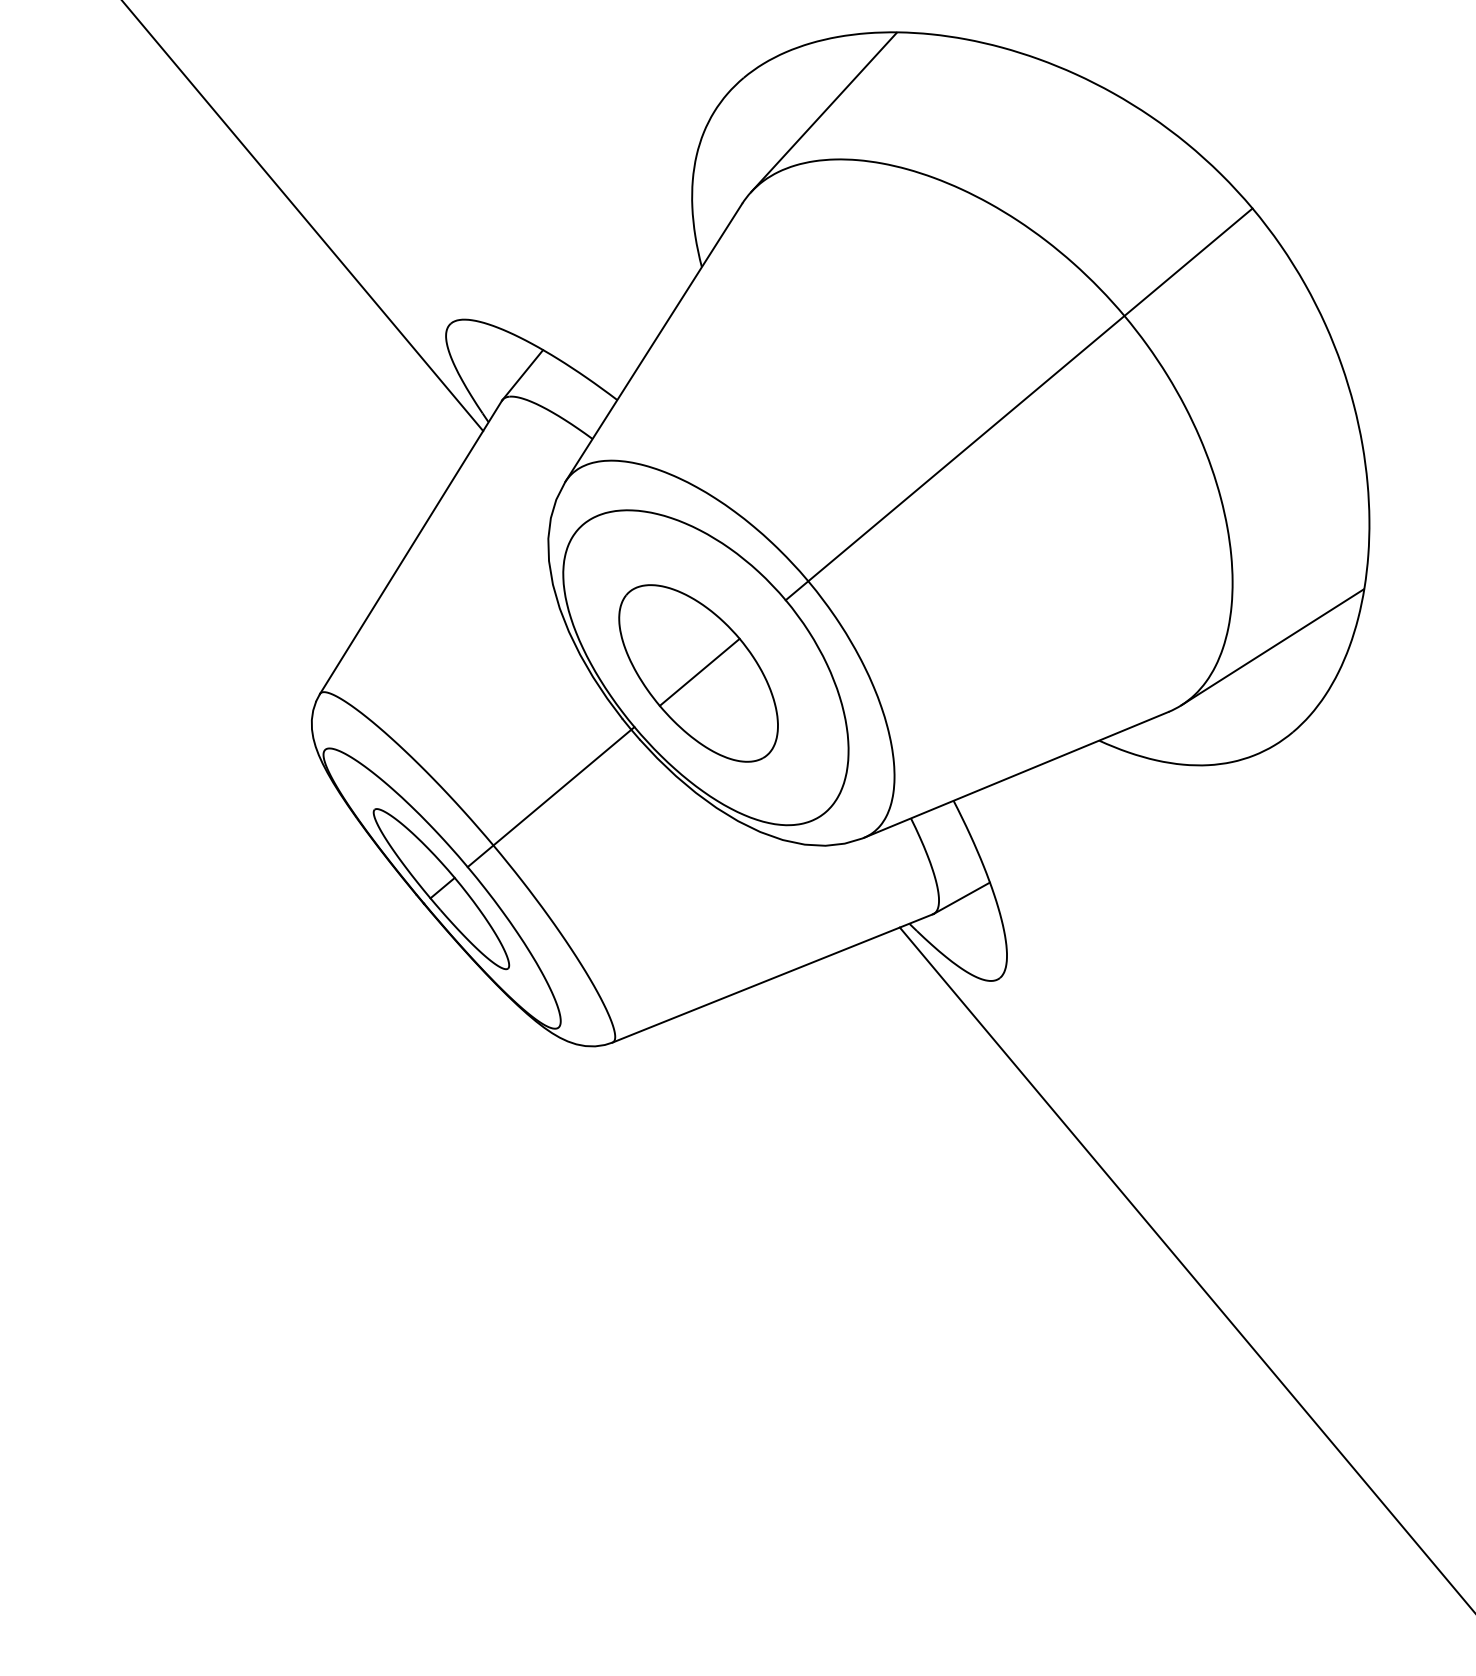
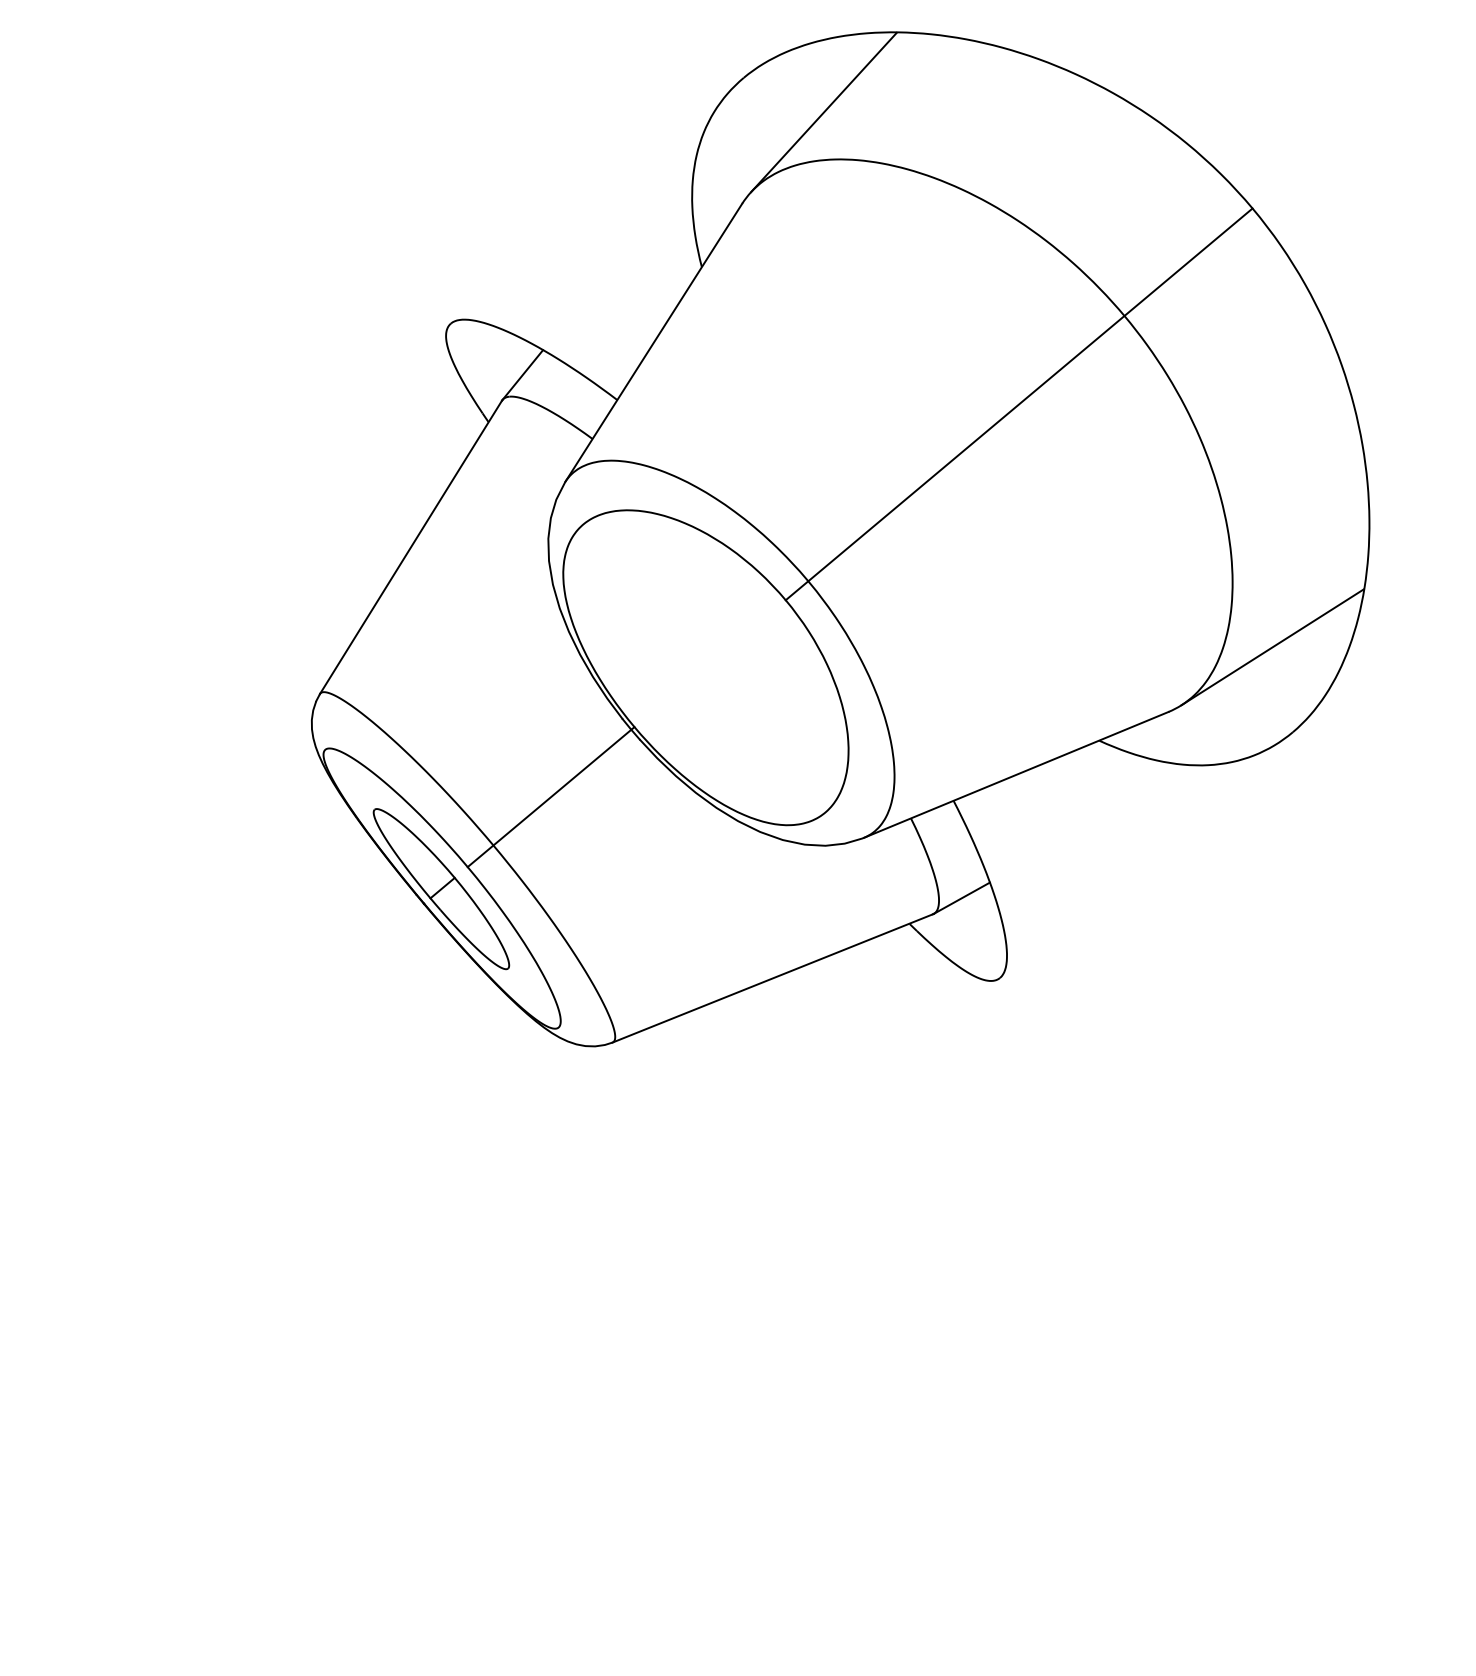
line at (303, 216): present -> none
part at (698, 673): present -> none
line at (1185, 1268): present -> none
